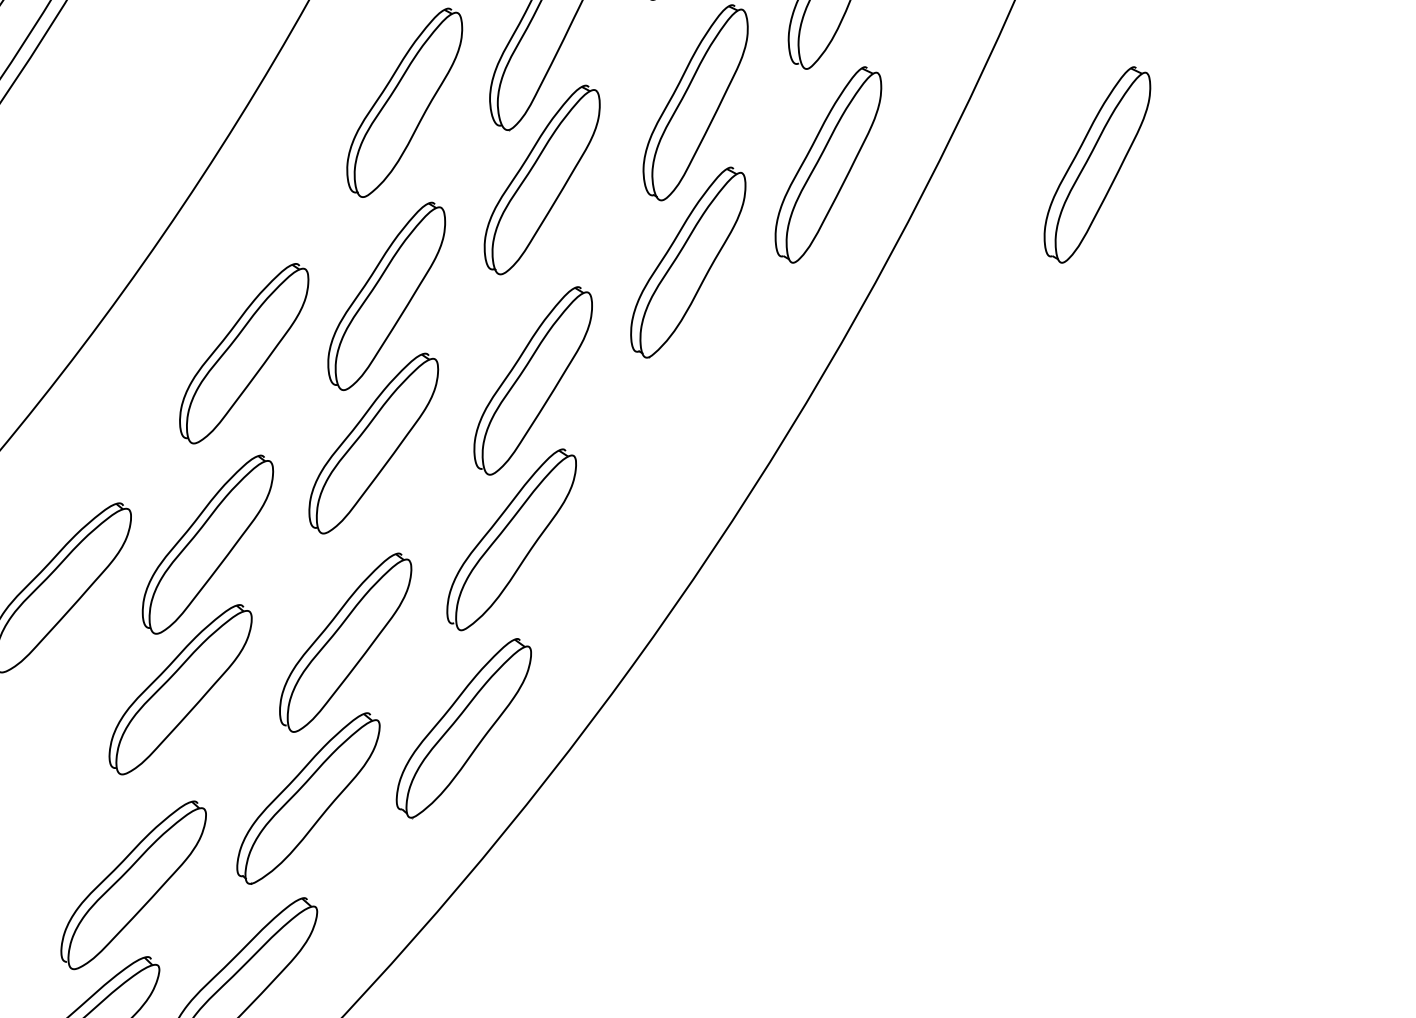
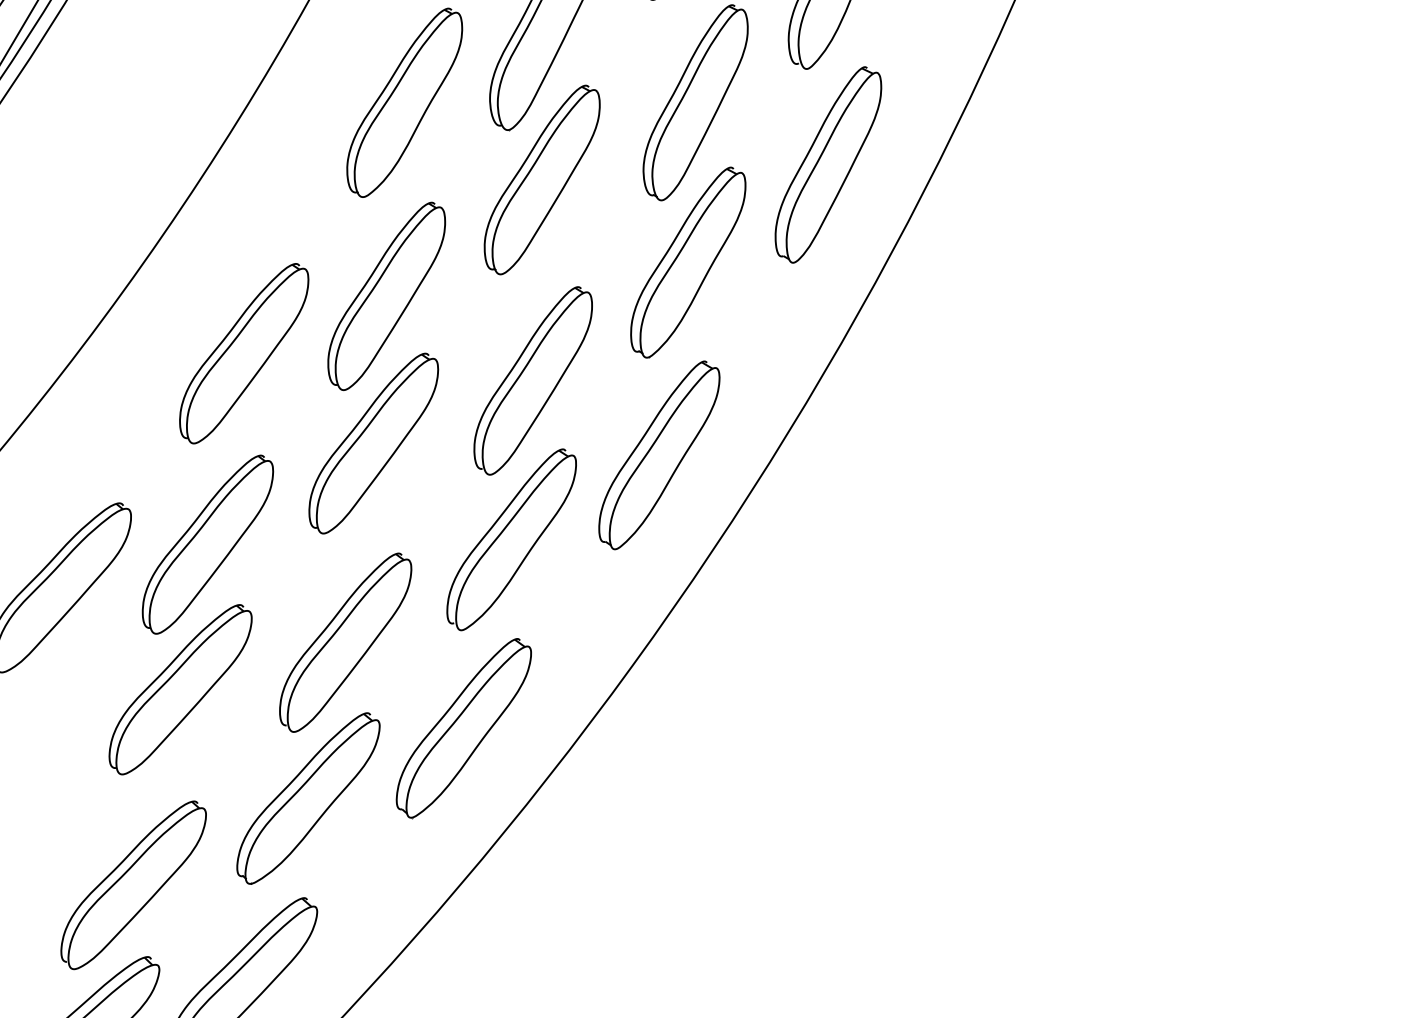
line at (19, 31): none -> present
part at (1097, 164): present -> none
part at (659, 455): none -> present
